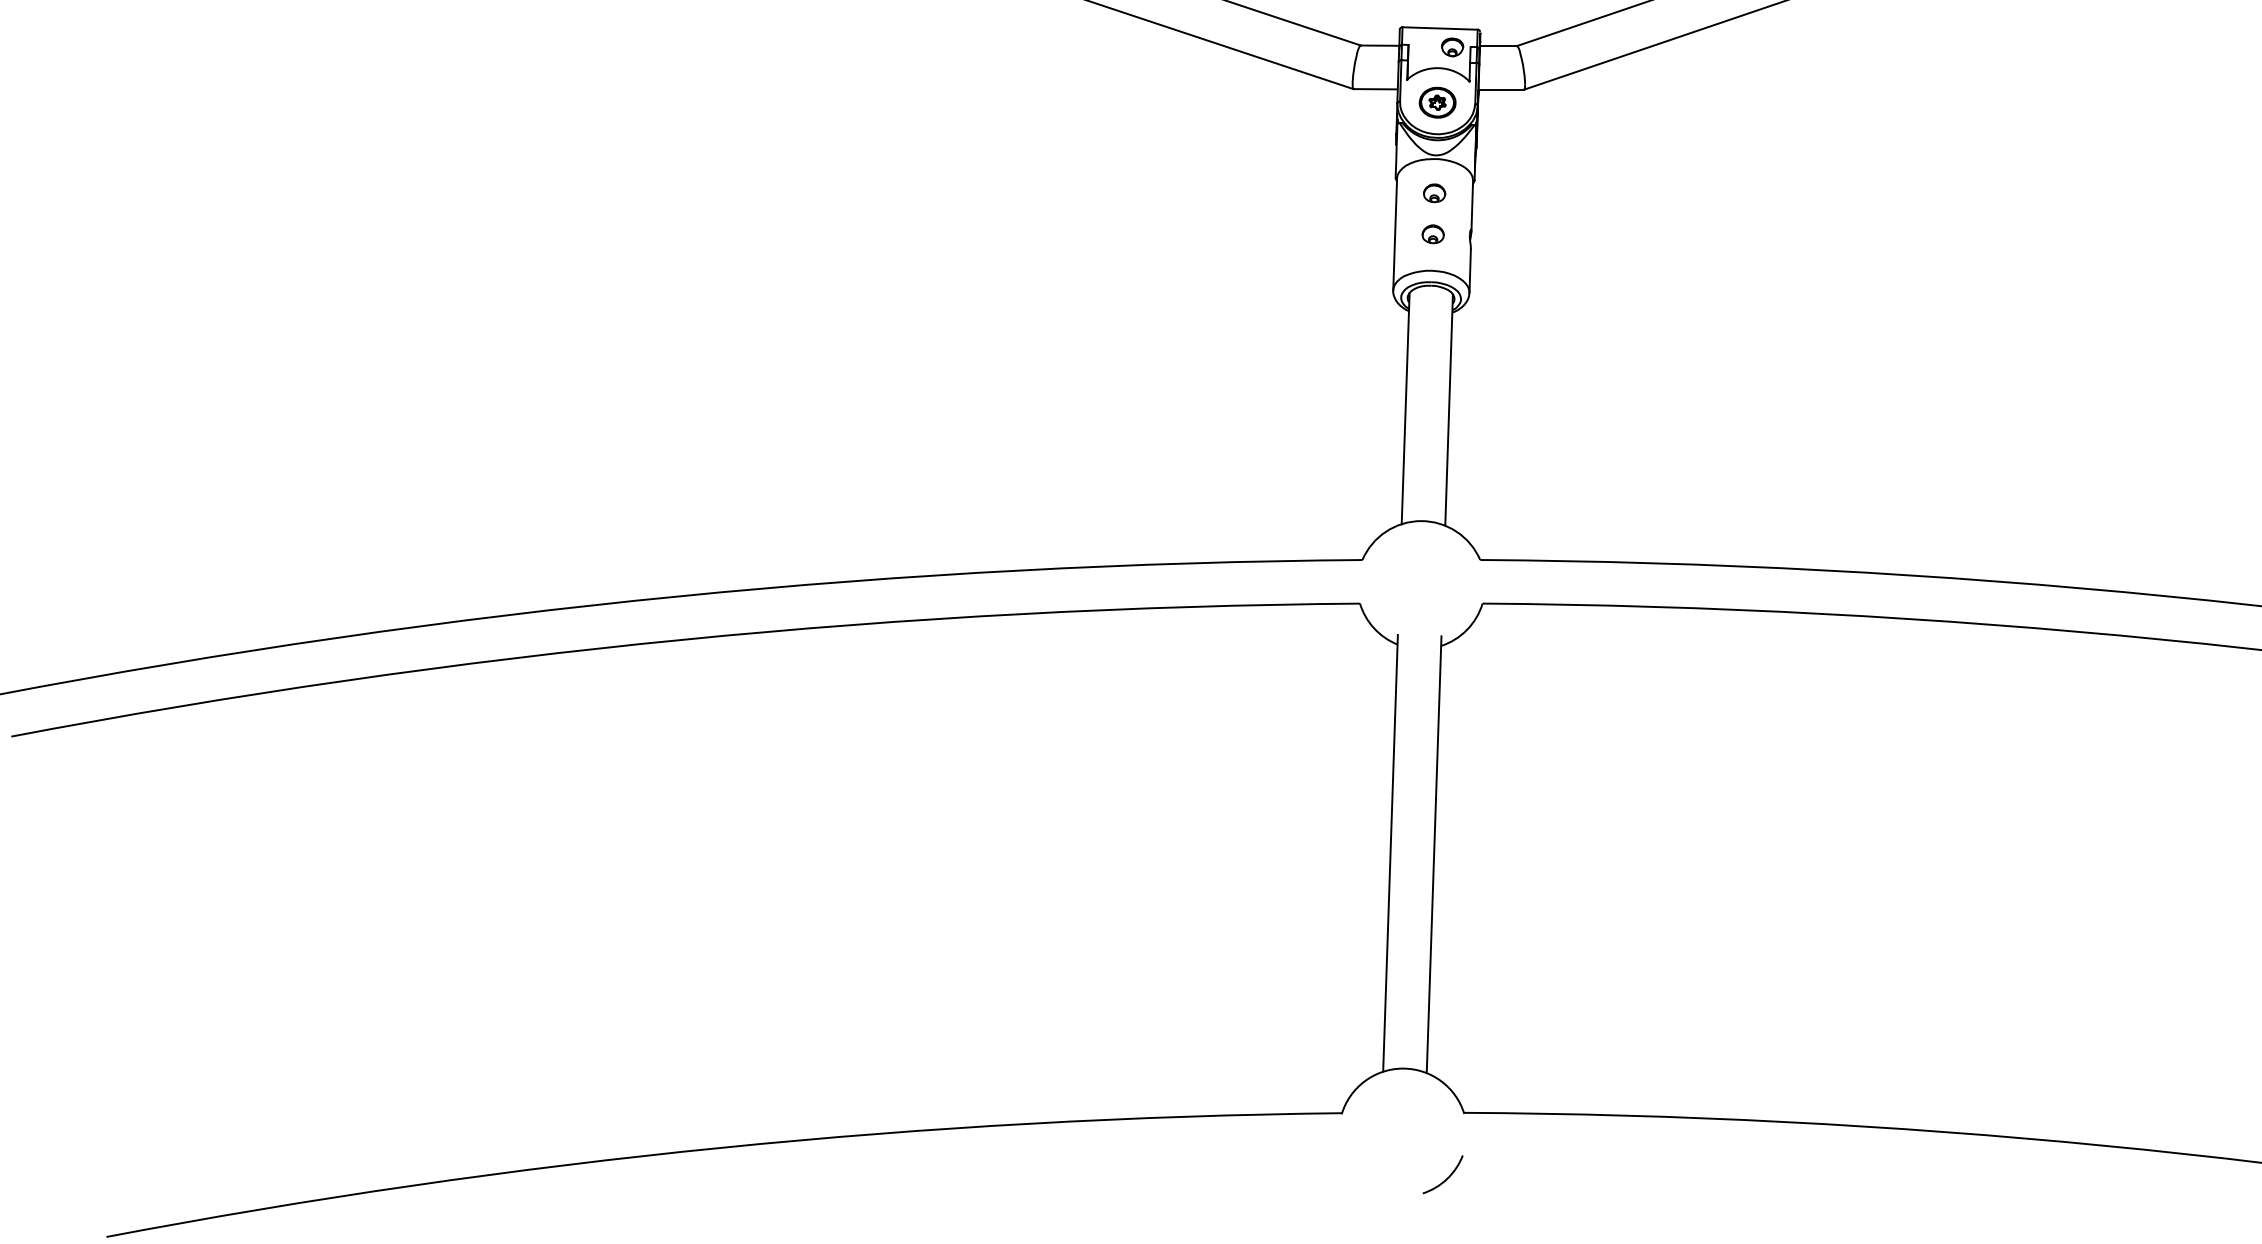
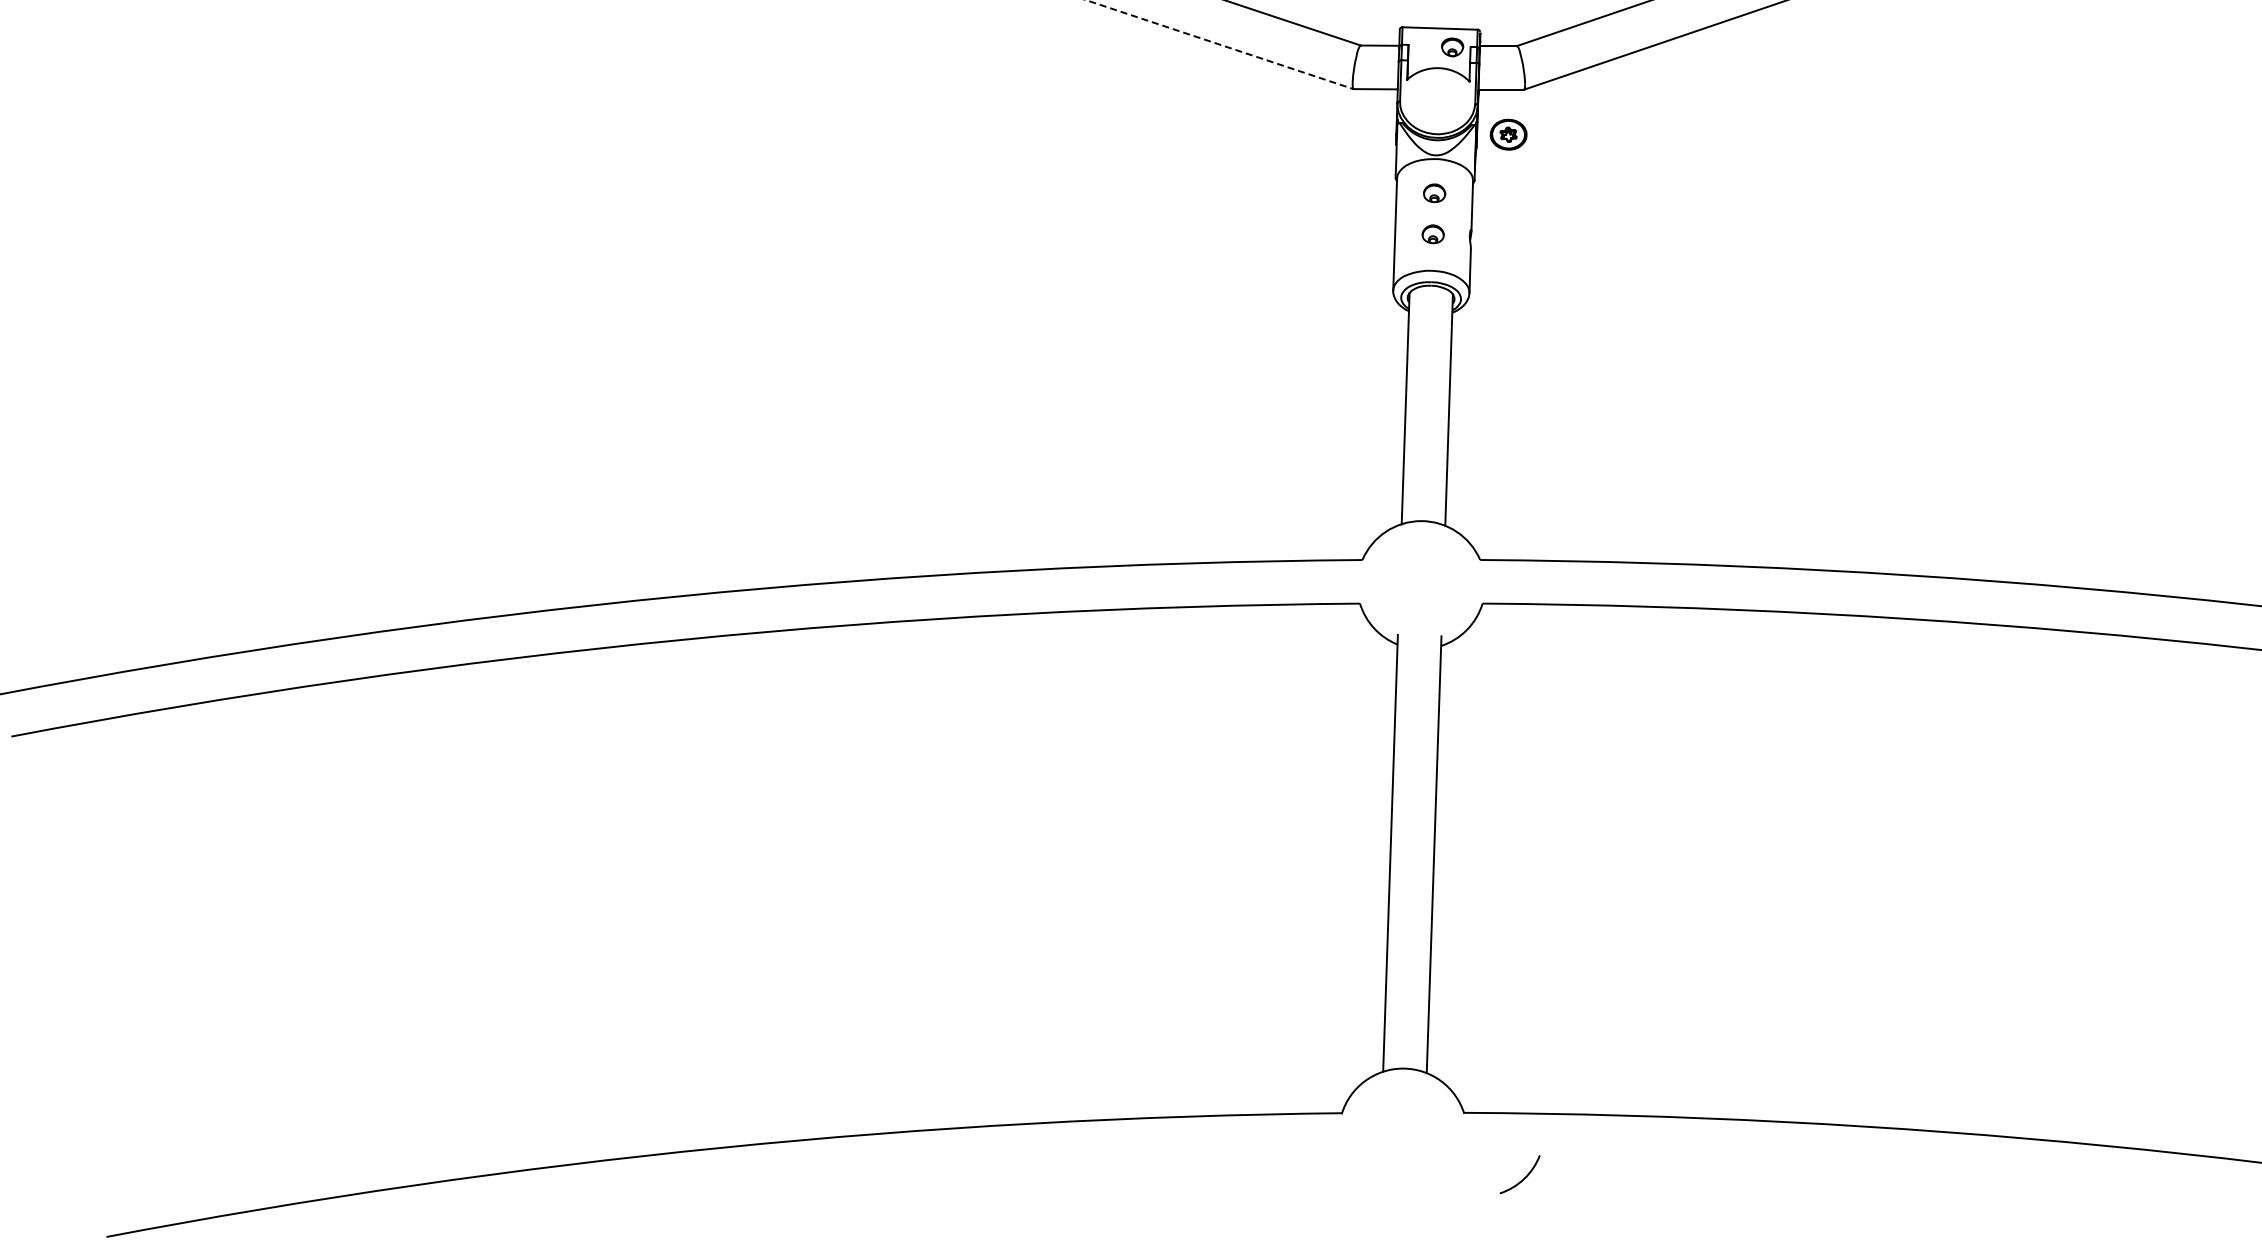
line at (1219, 44): solid -> dashed
part at (1437, 102) position: (1437, 102) -> (1508, 134)
arc at (1446, 1178) position: (1446, 1178) -> (1523, 1178)
